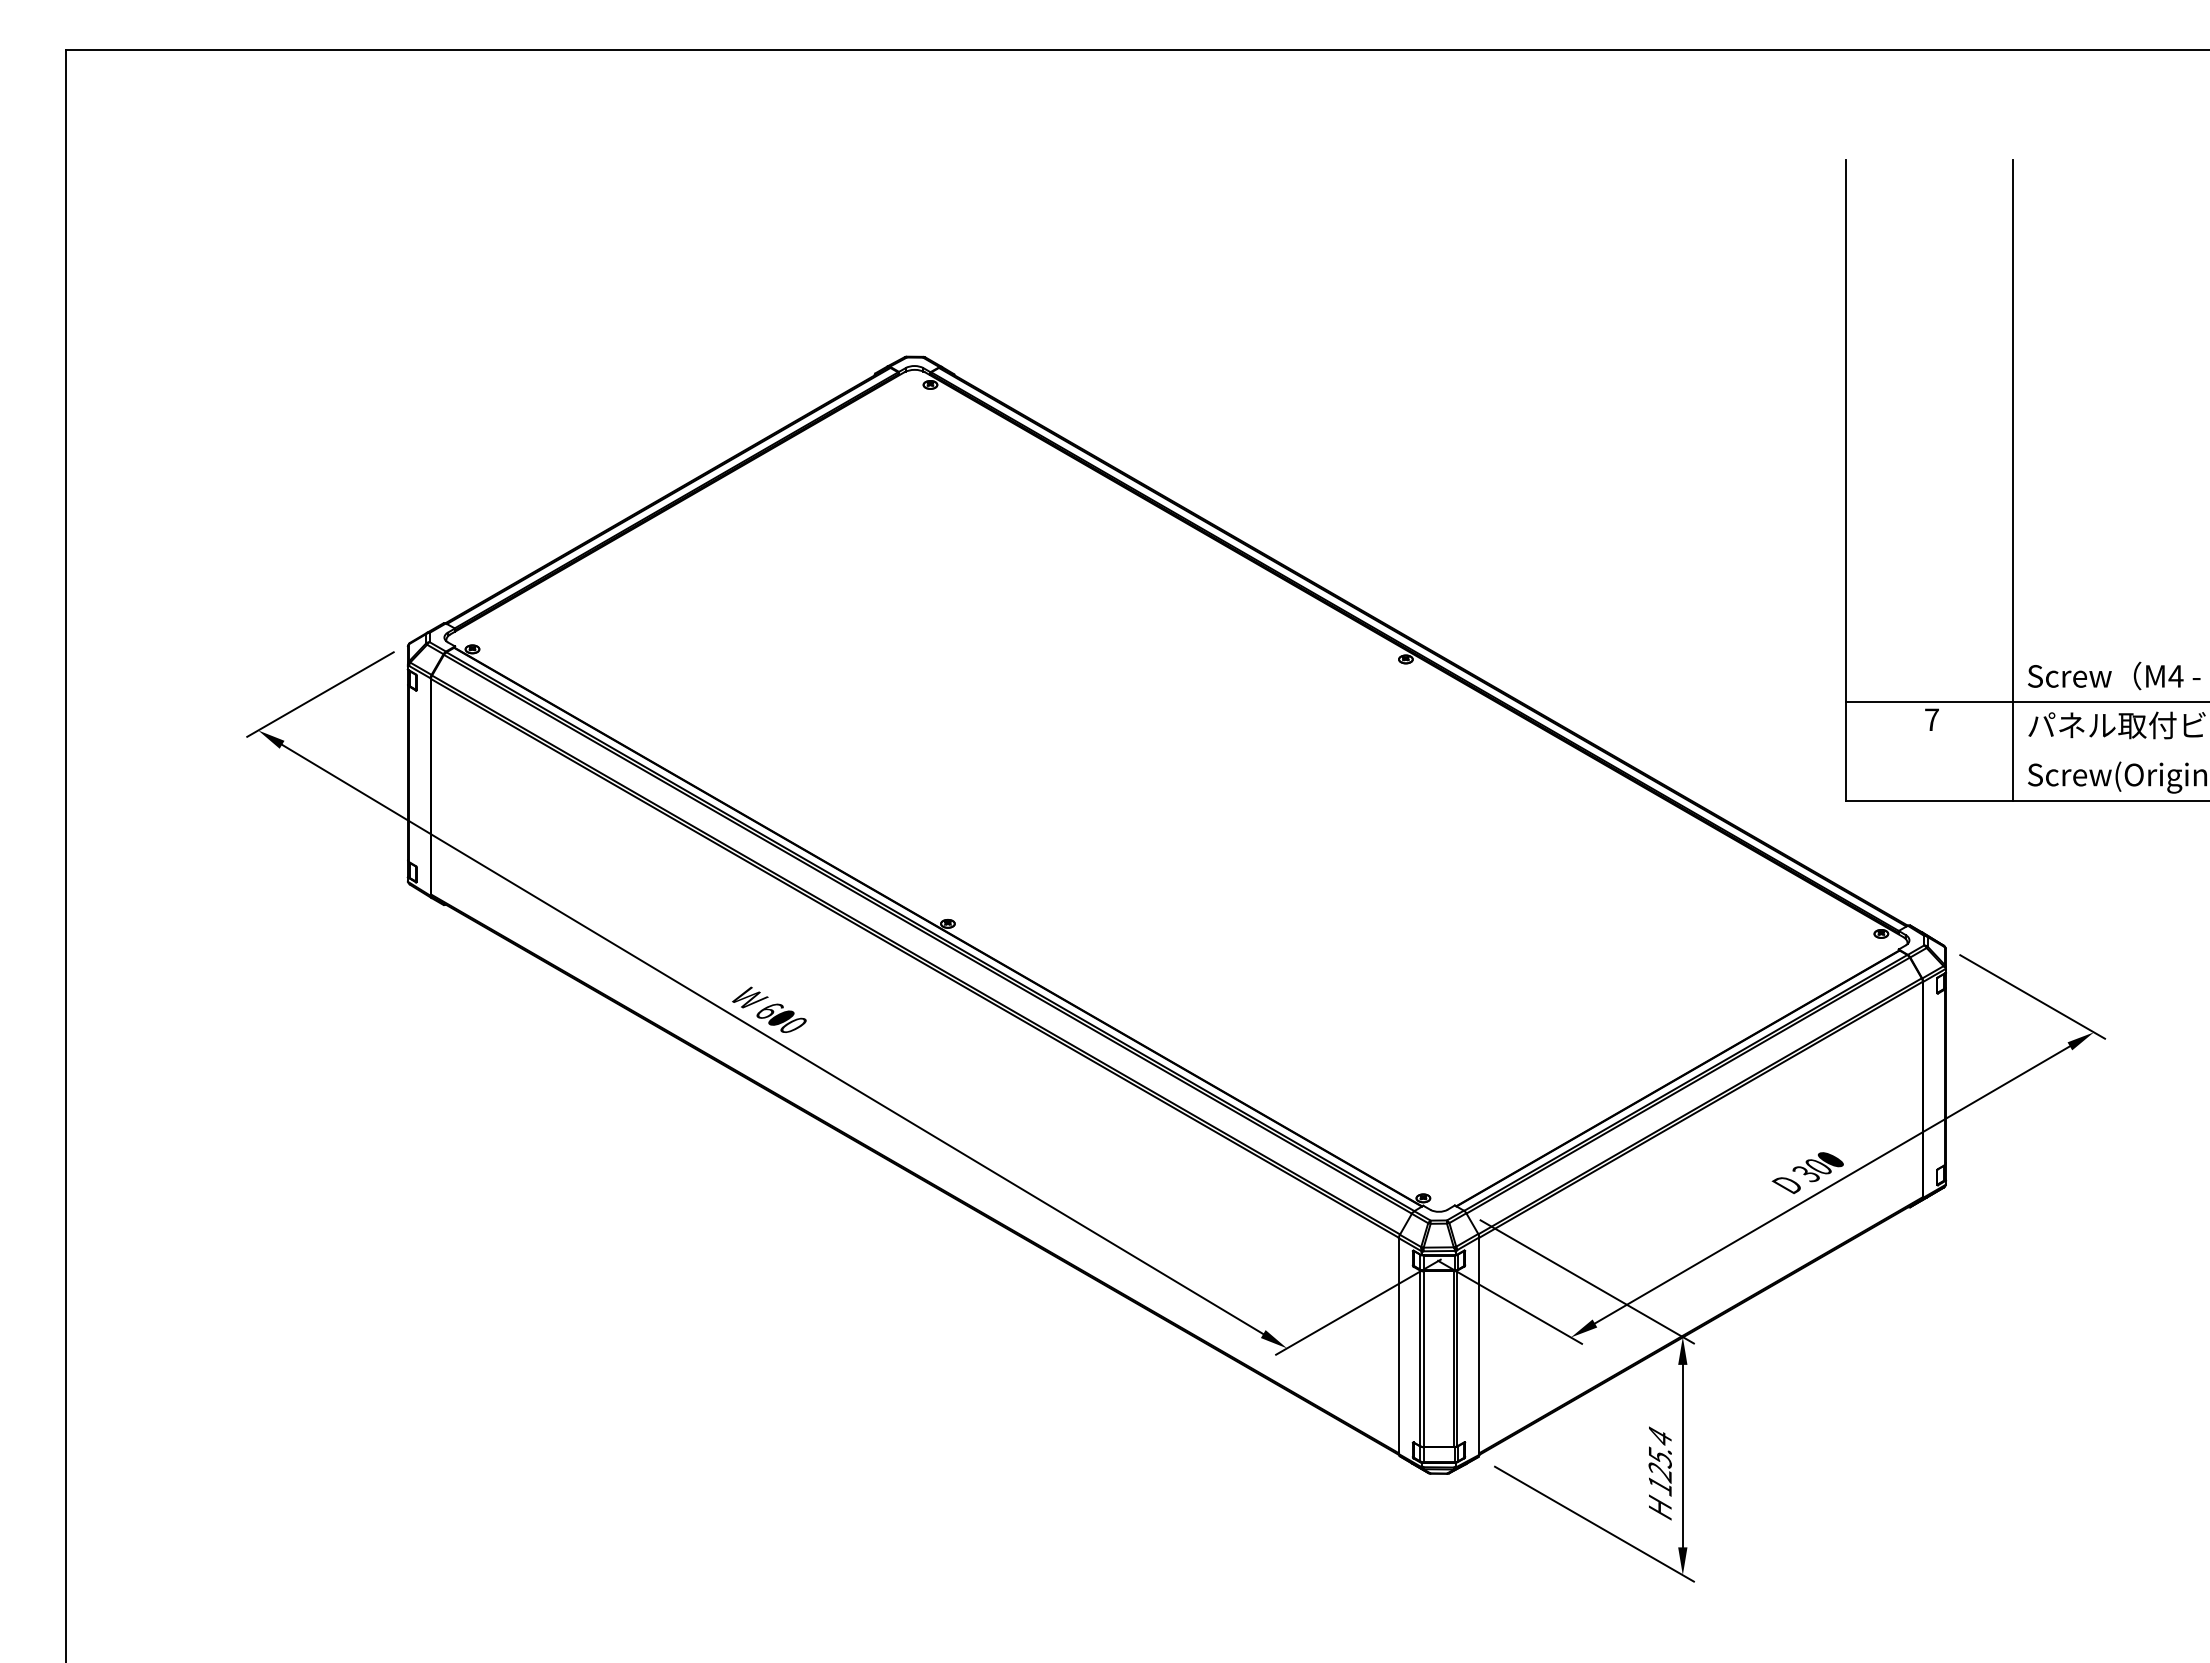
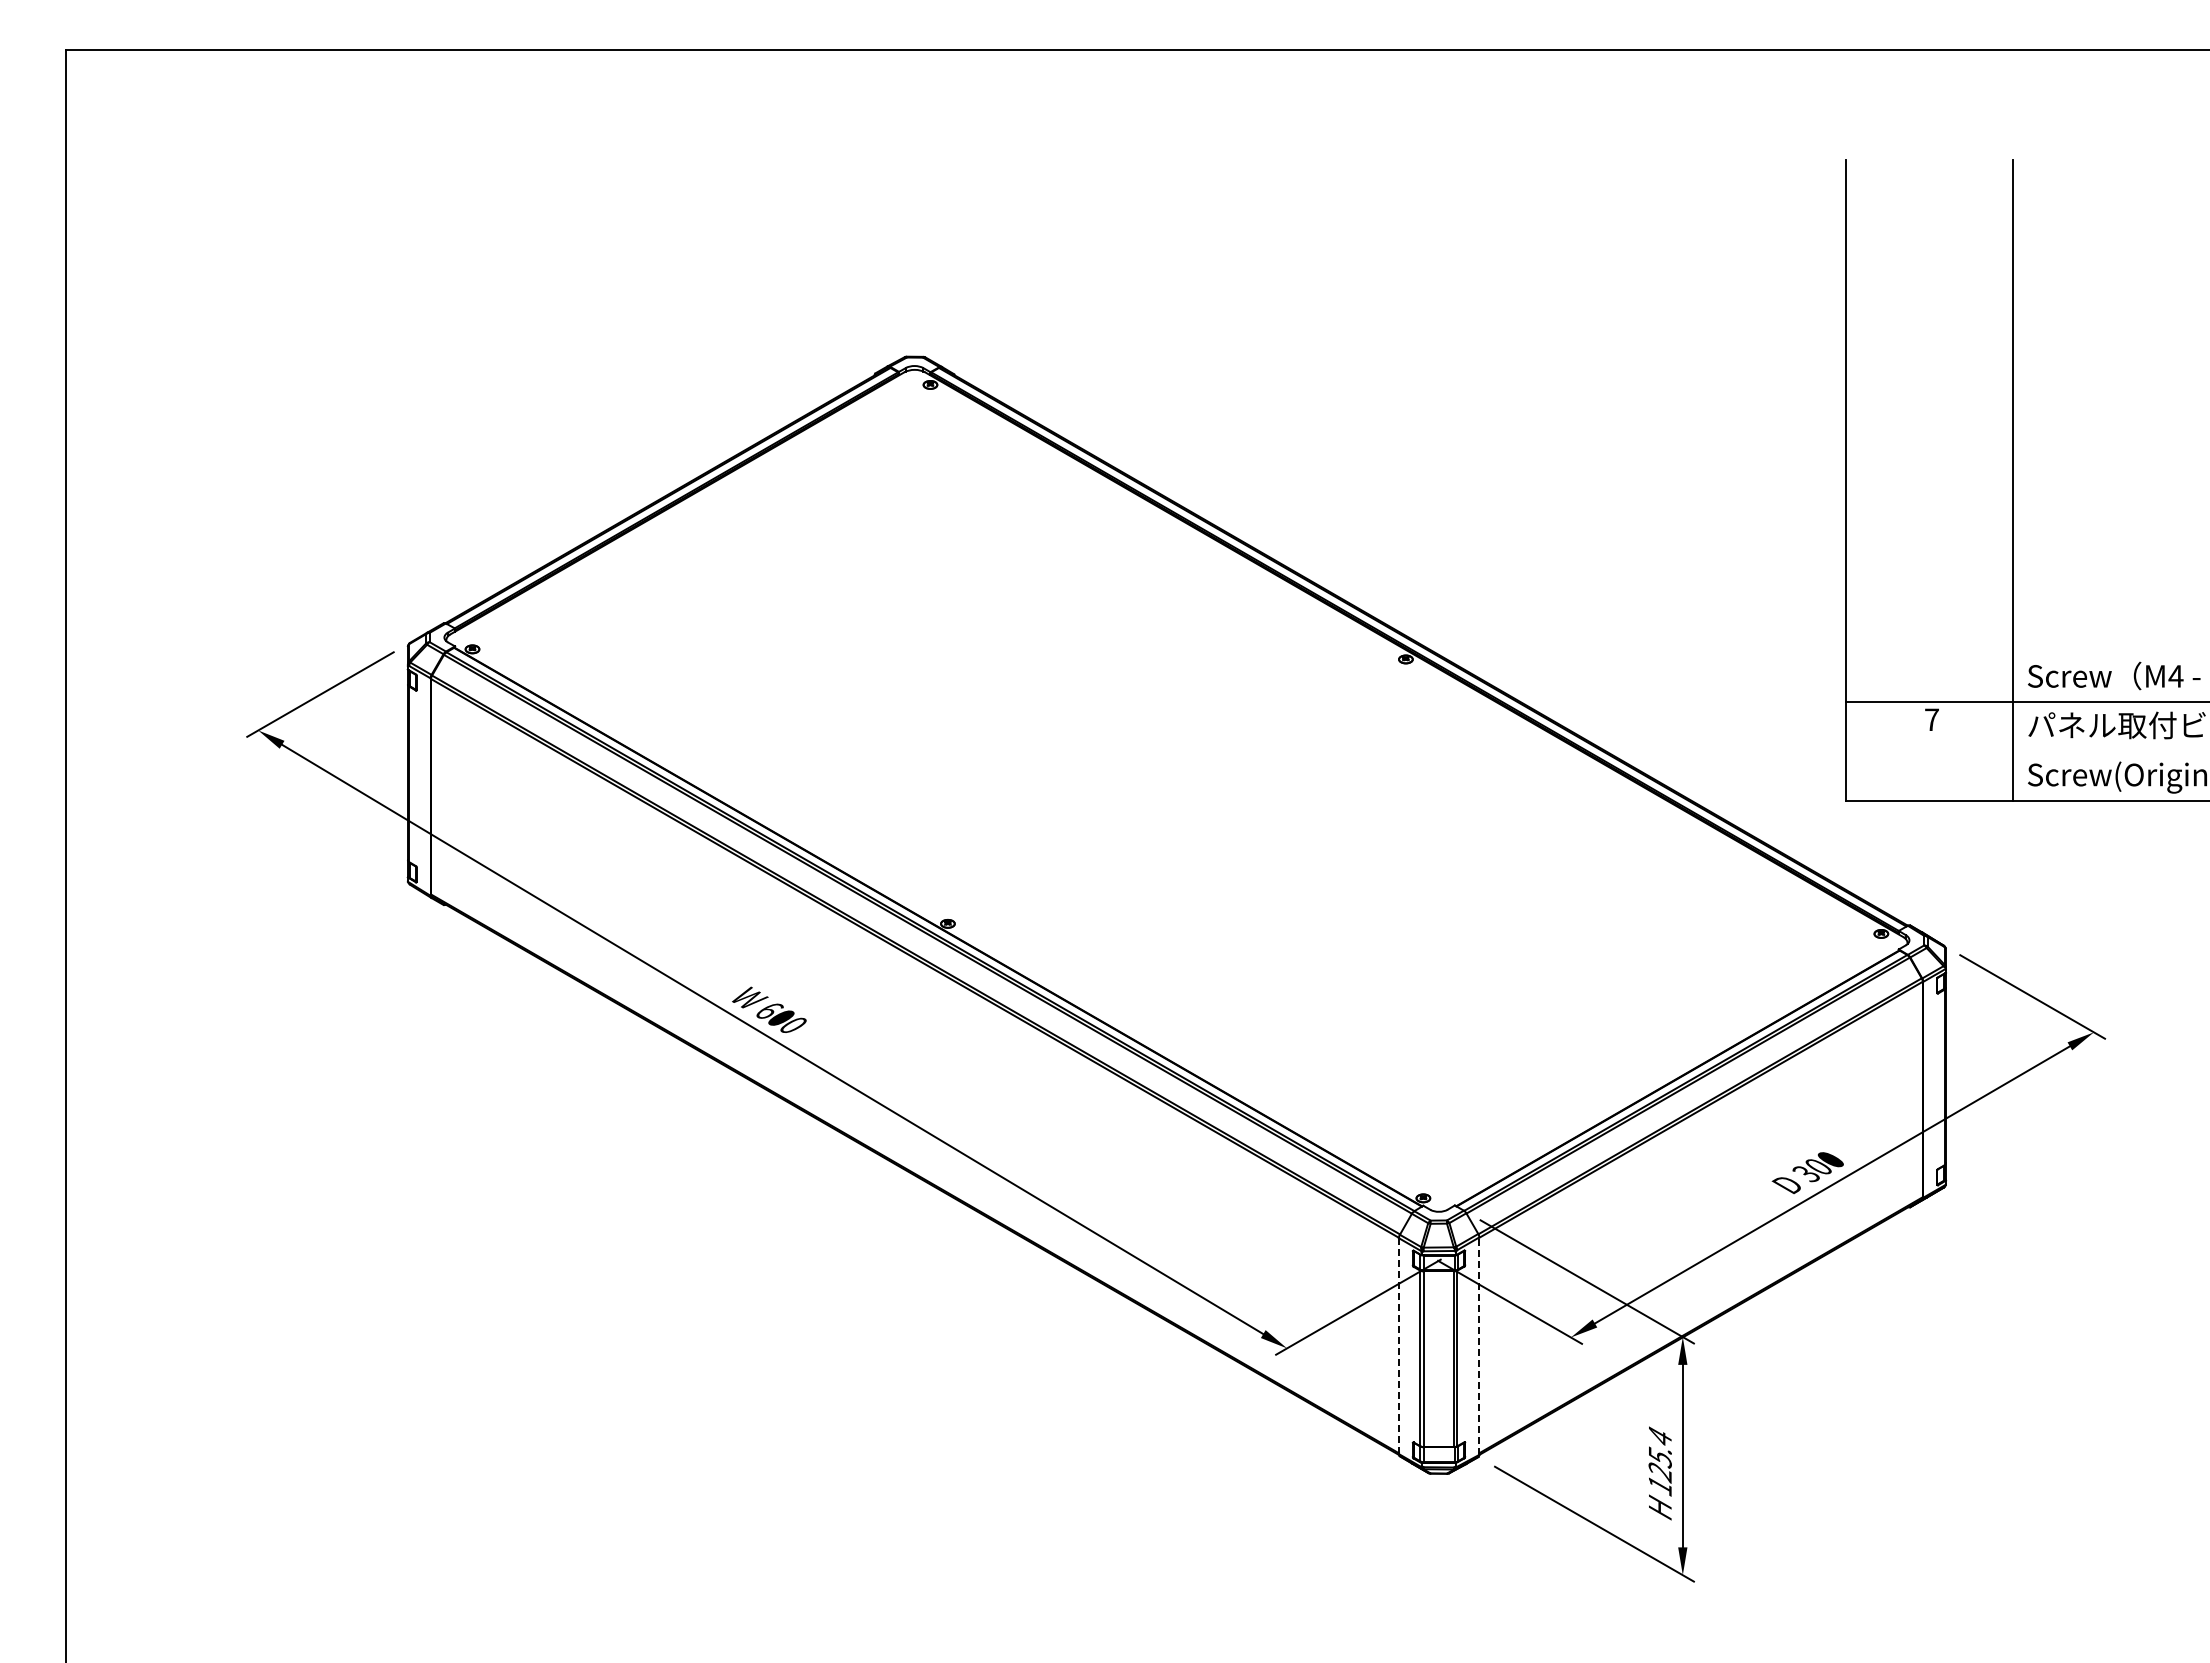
line at (1398, 1346): solid -> dashed
line at (1479, 1346): solid -> dashed
